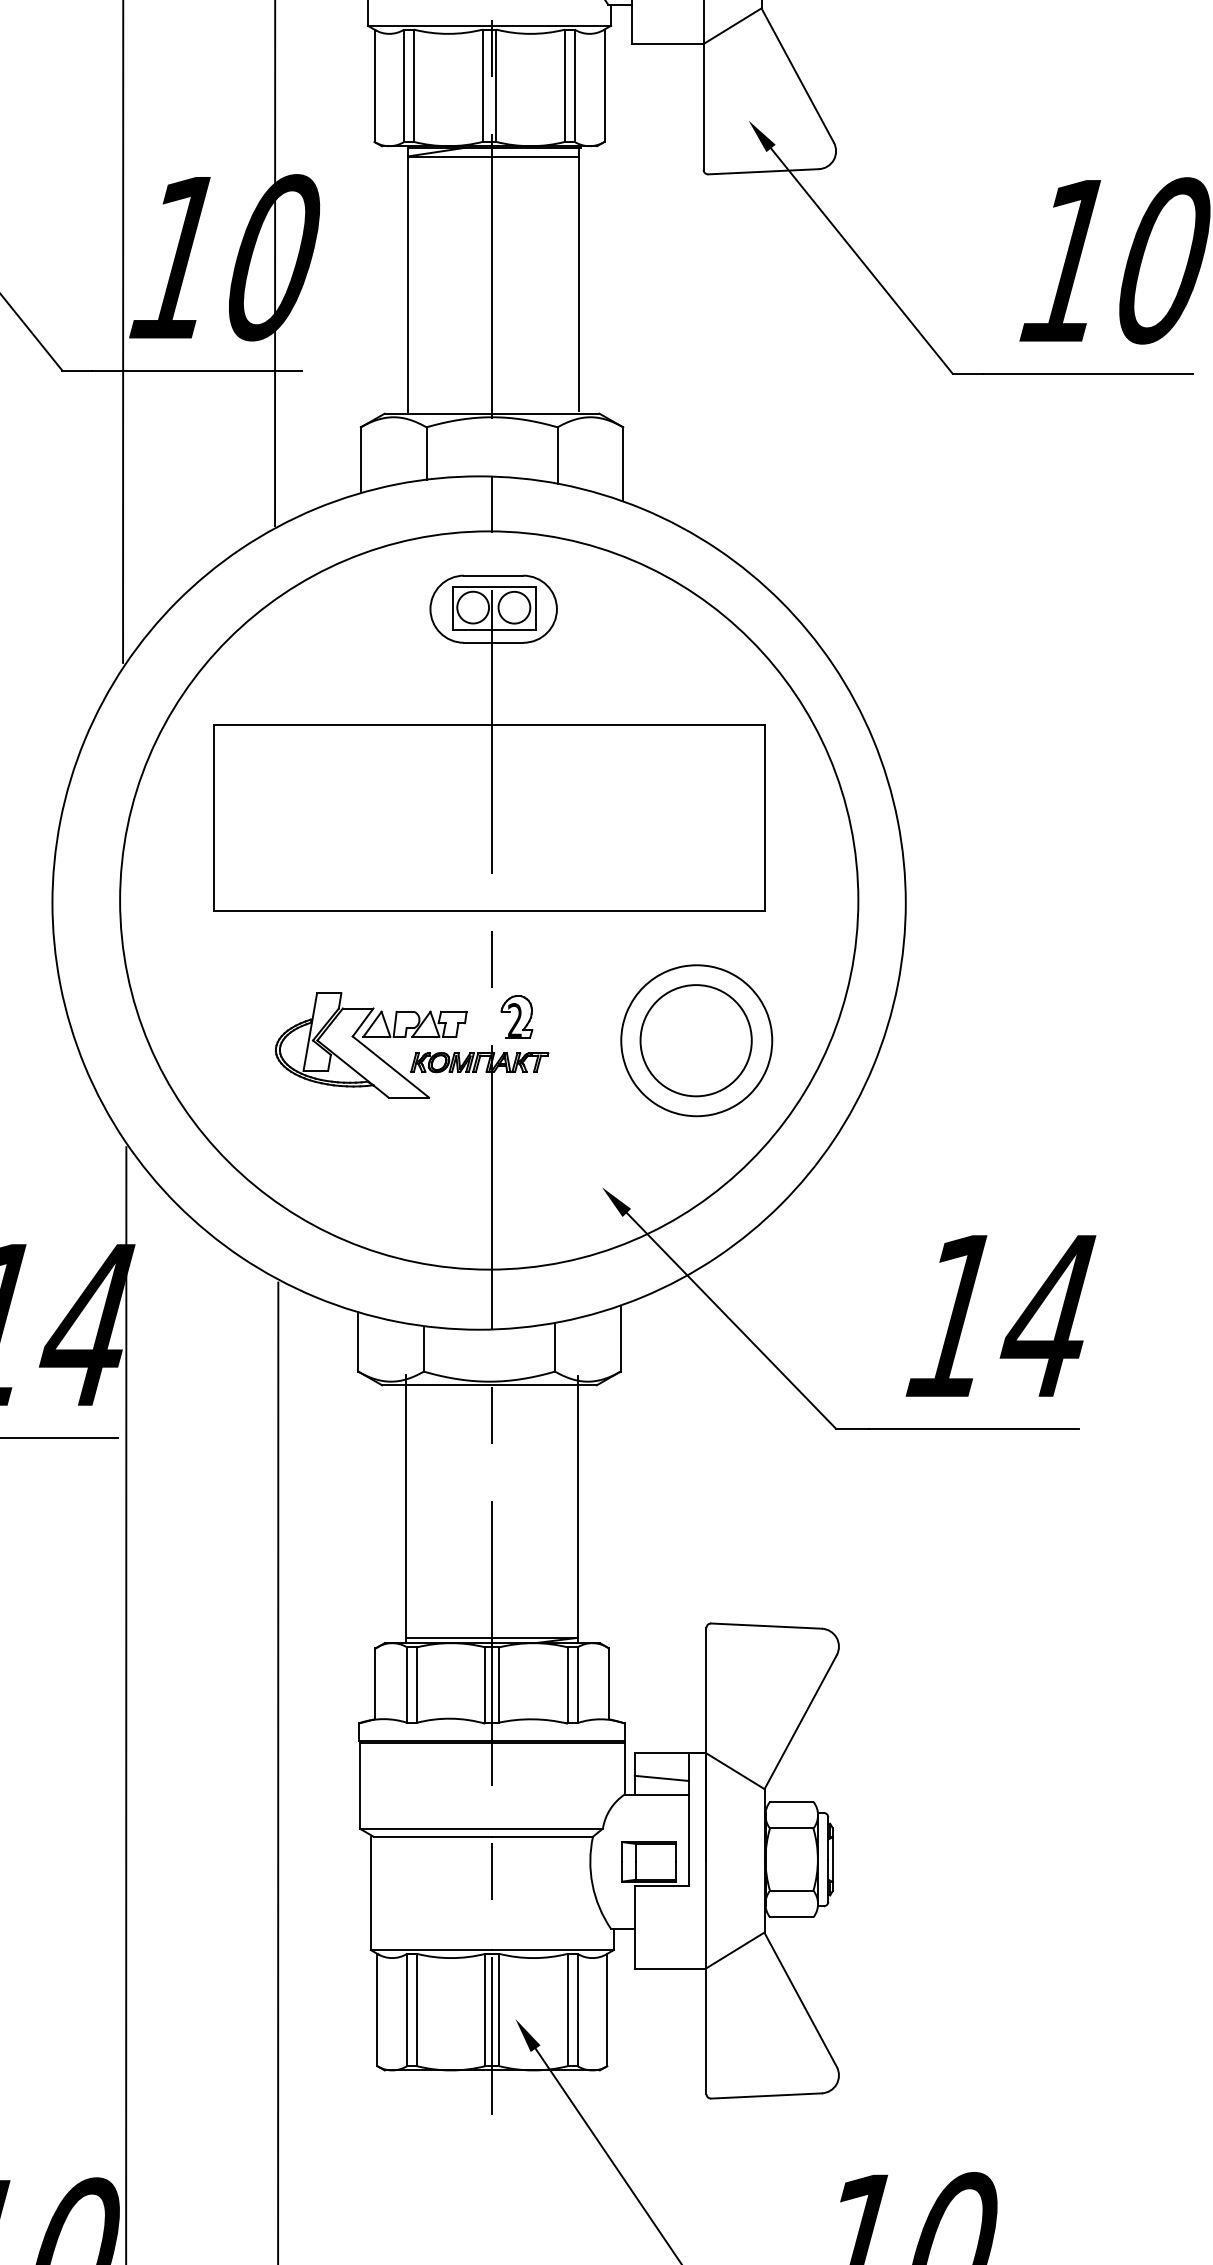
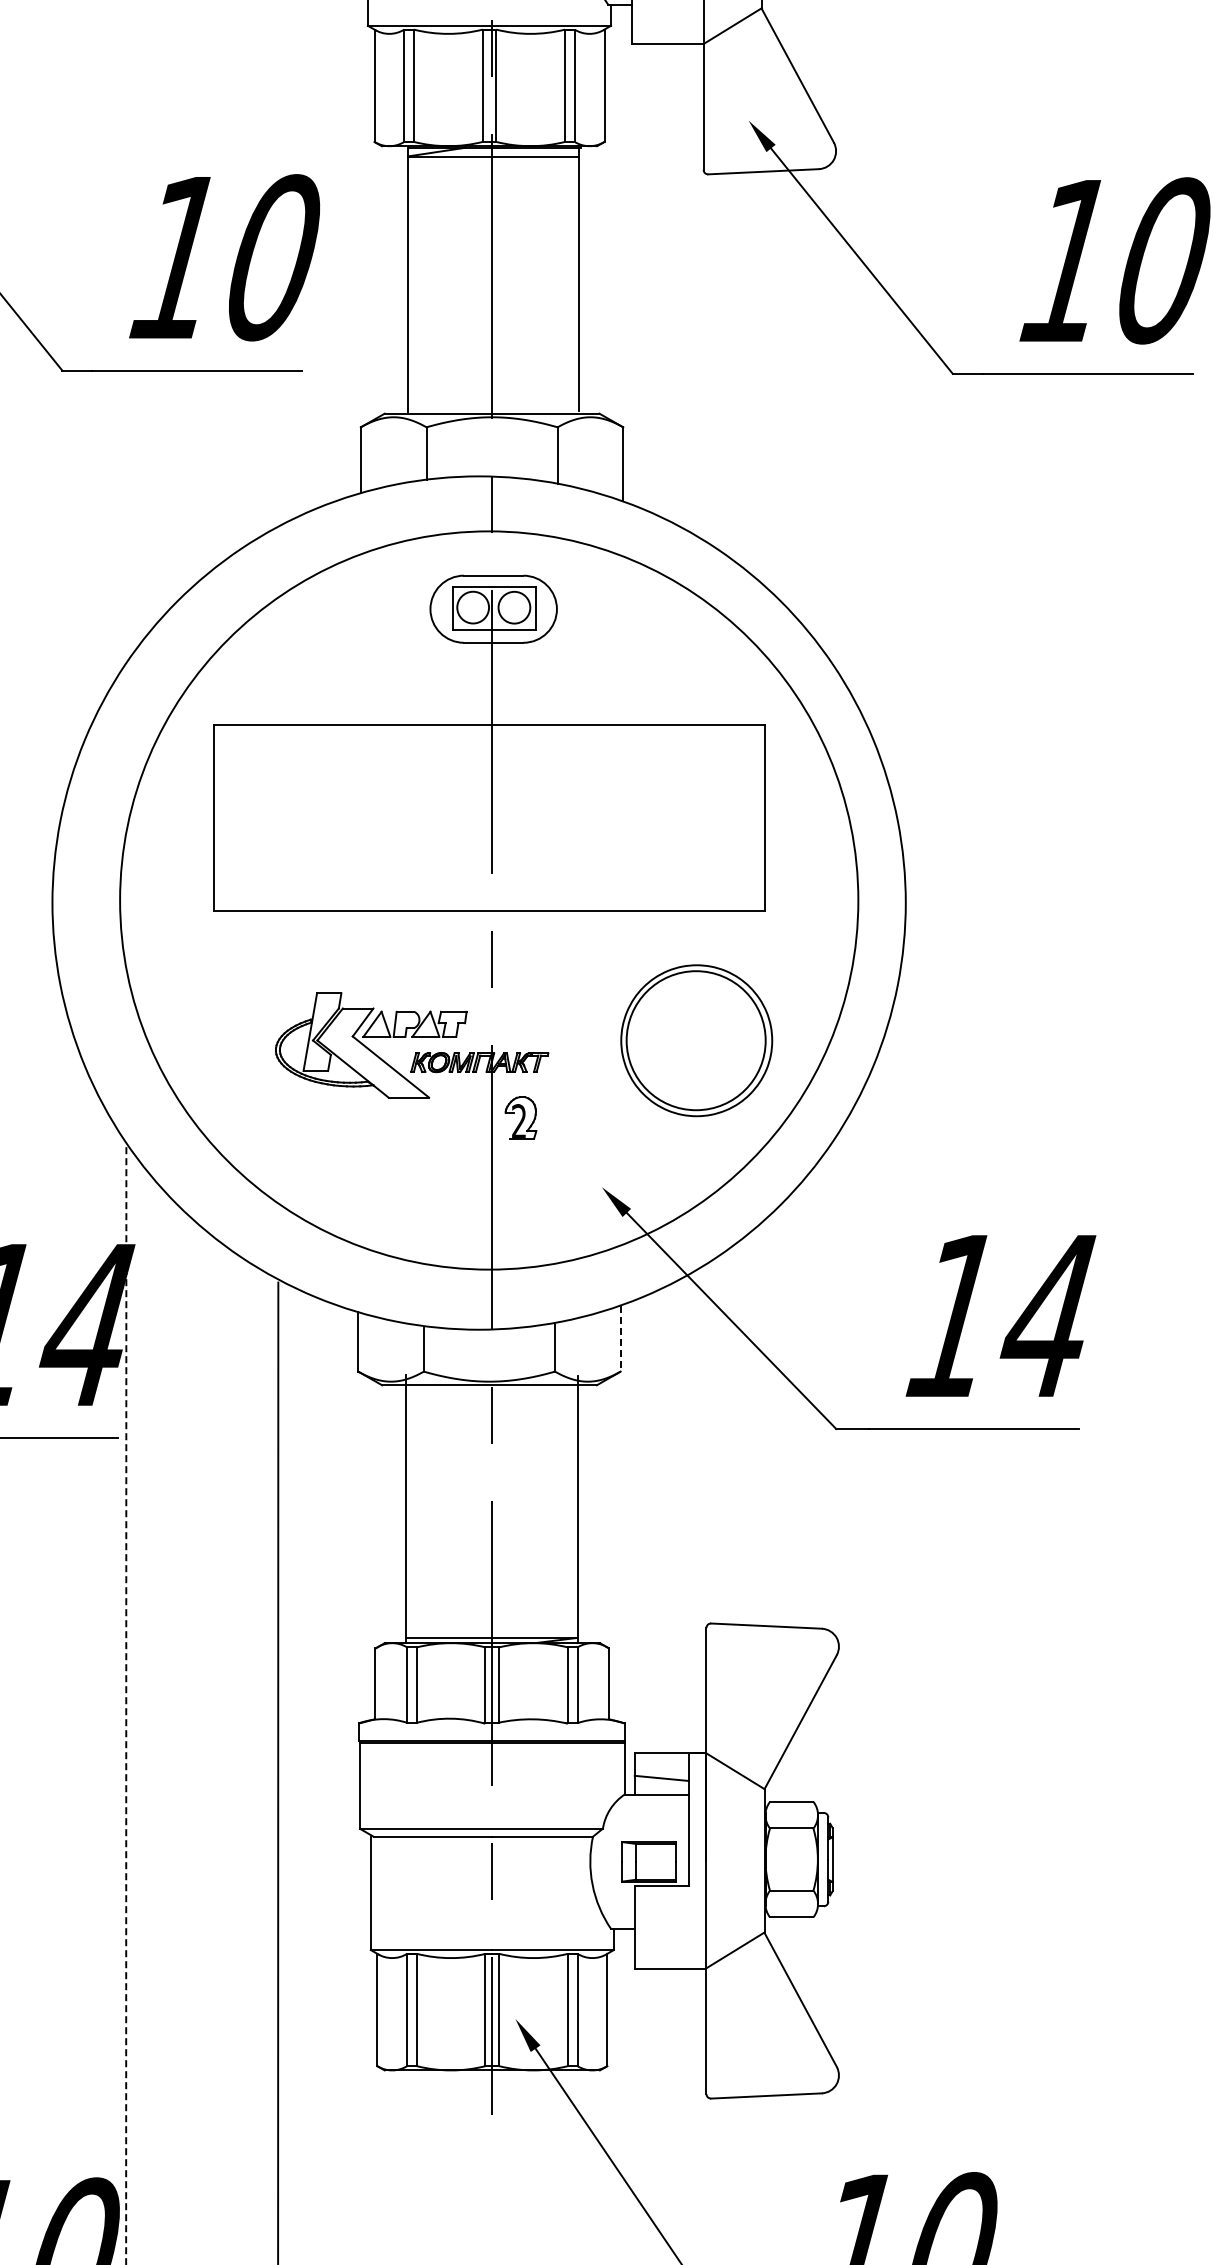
line at (275, 264): present -> none
line at (123, 332): present -> none
part at (516, 1016) position: (516, 1016) -> (520, 1117)
circle at (695, 1040) diameter: 111 px -> 139 px
line at (620, 1338): solid -> dashed
line at (126, 1705): solid -> dashed
